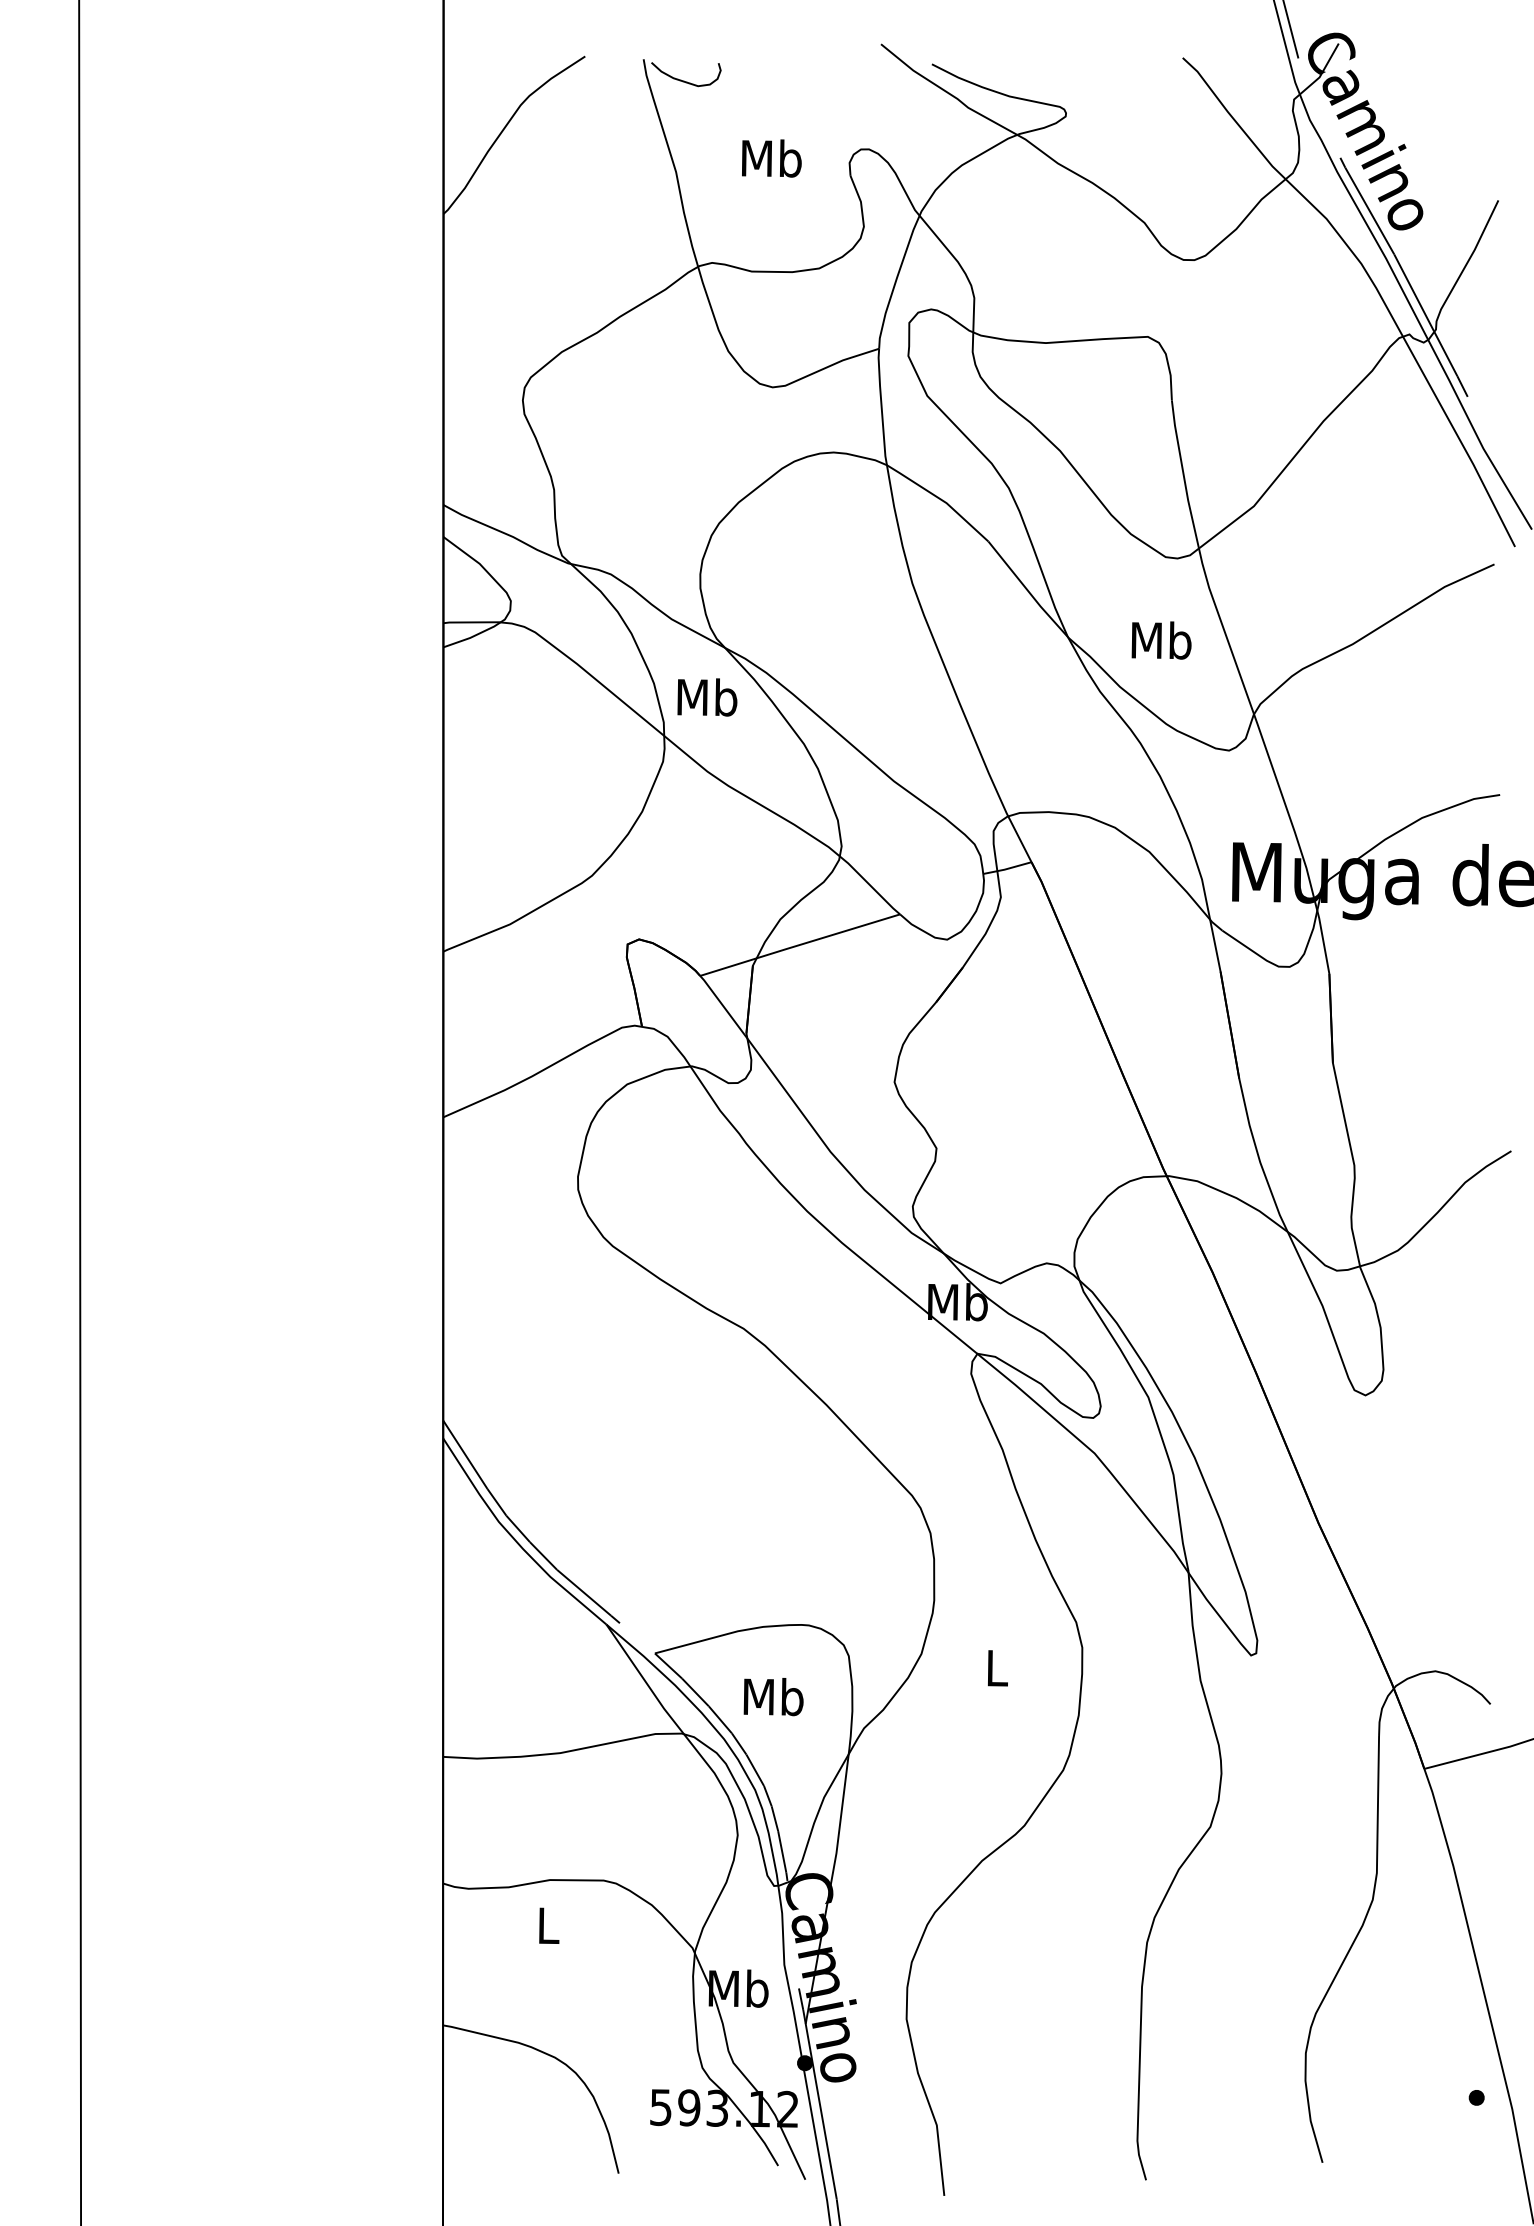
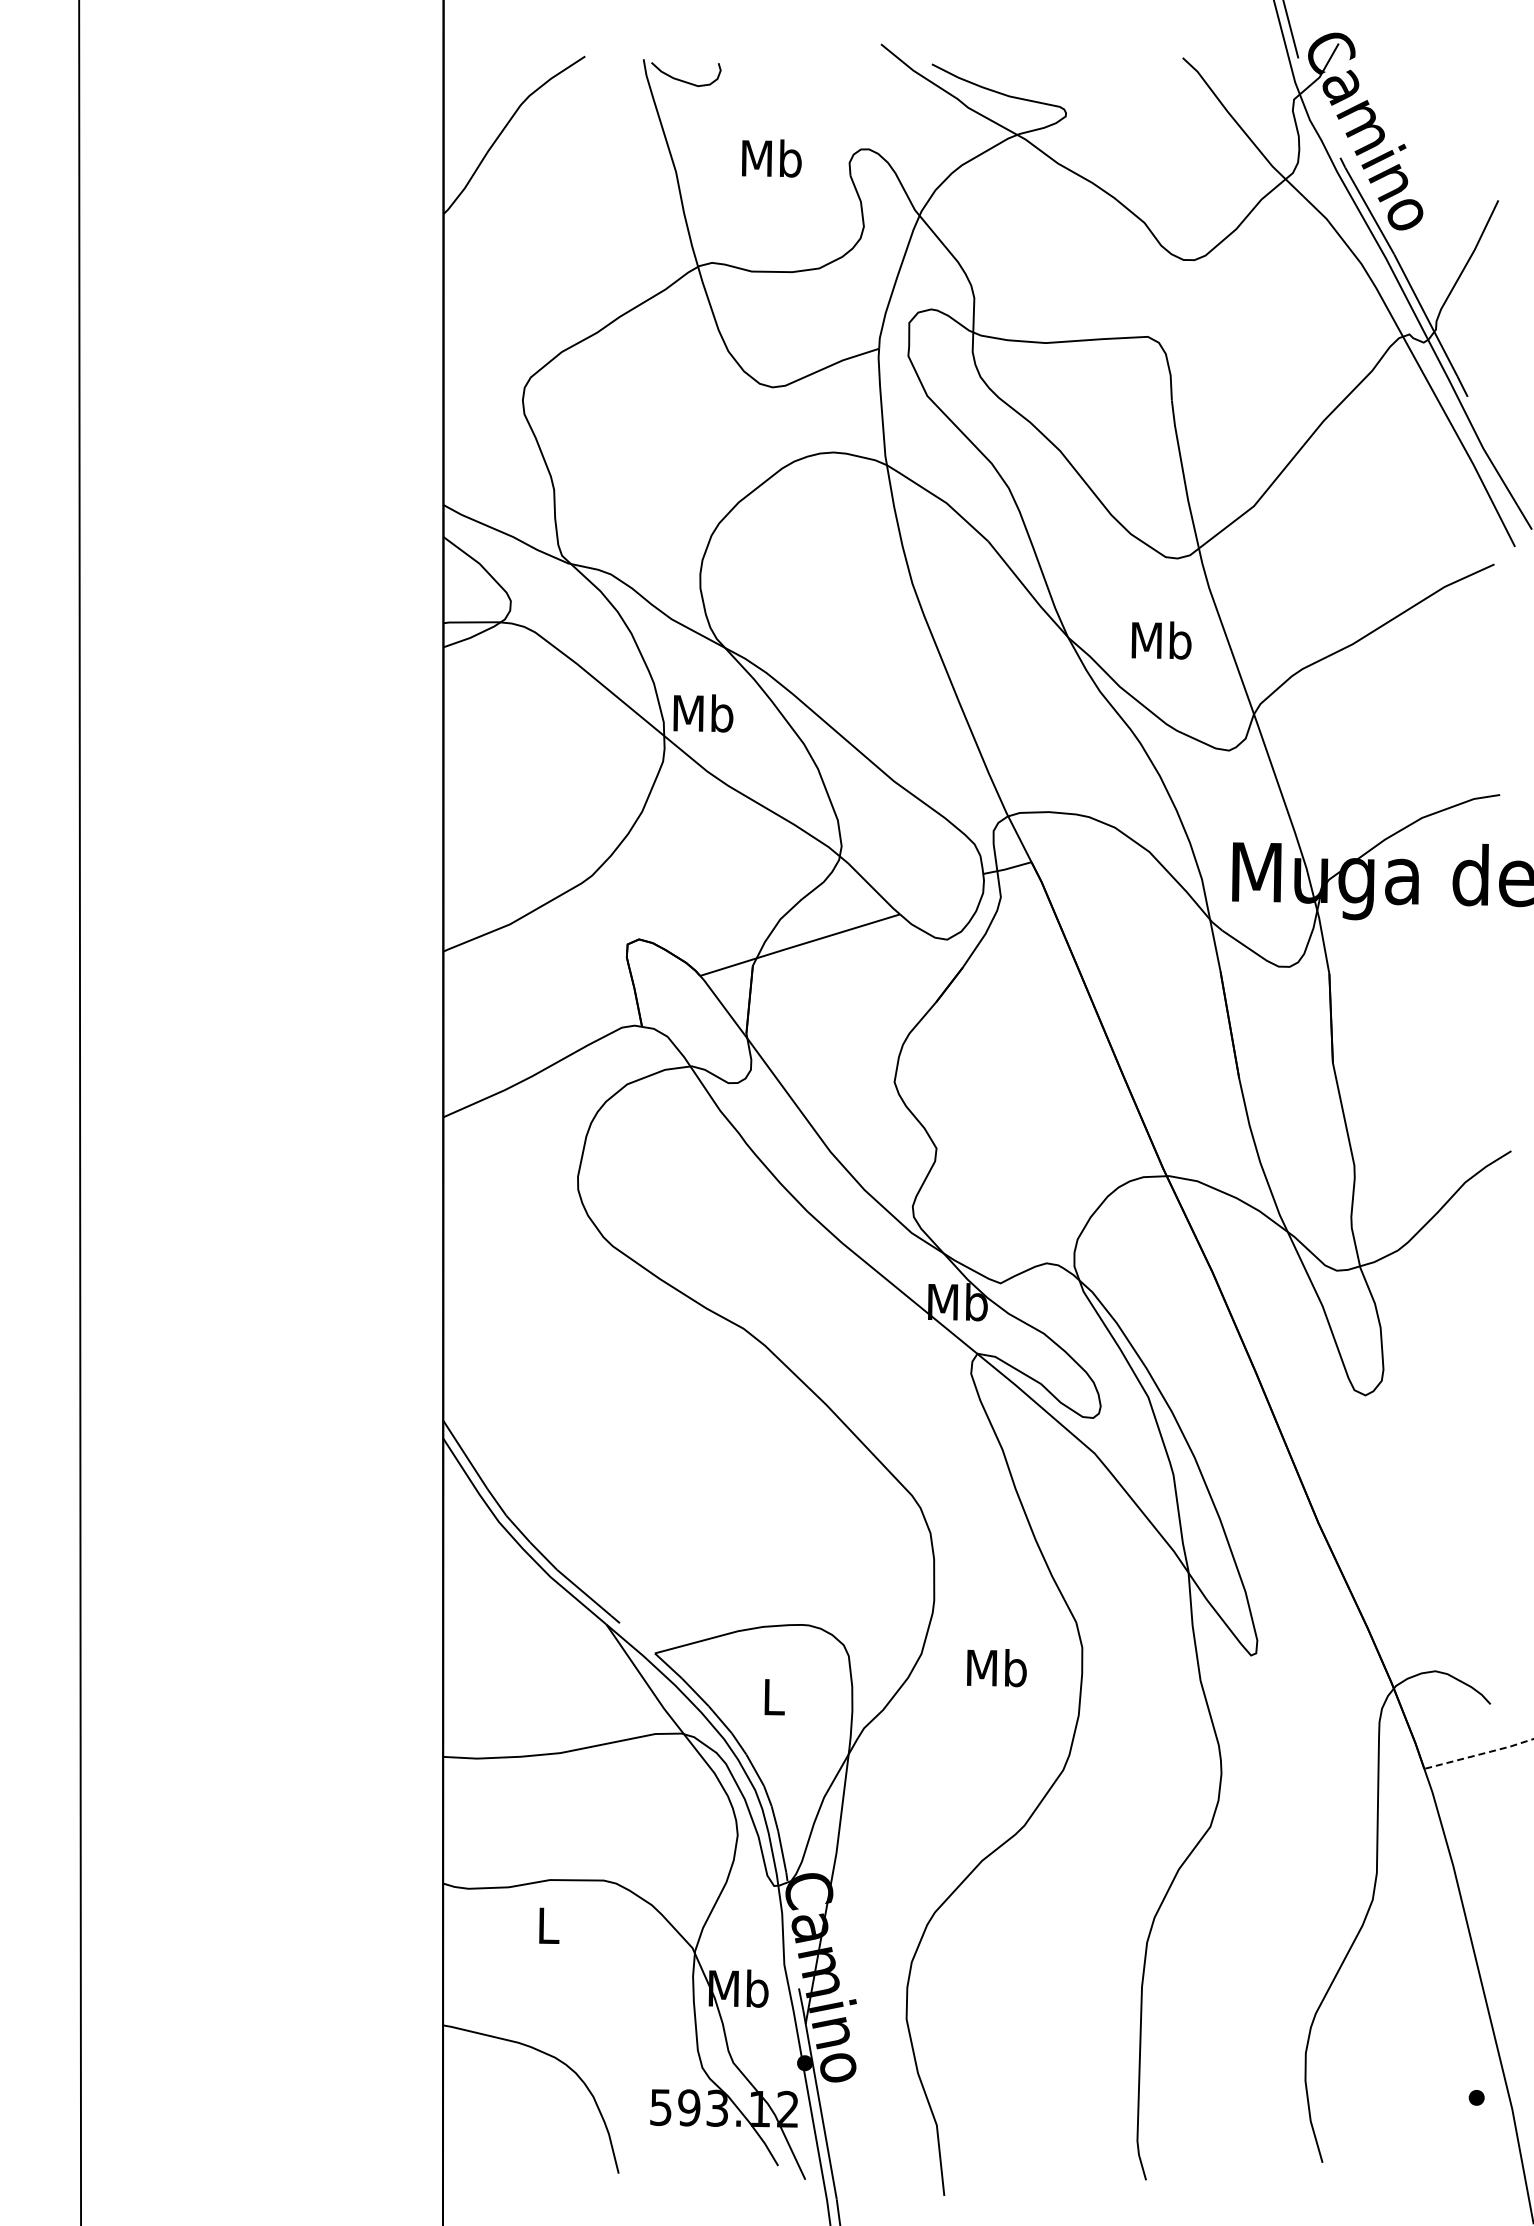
text at (707, 697) position: (707, 697) -> (703, 713)
text at (996, 1668): L -> Mb
text at (773, 1696): Mb -> L
line at (1479, 1754): solid -> dashed
